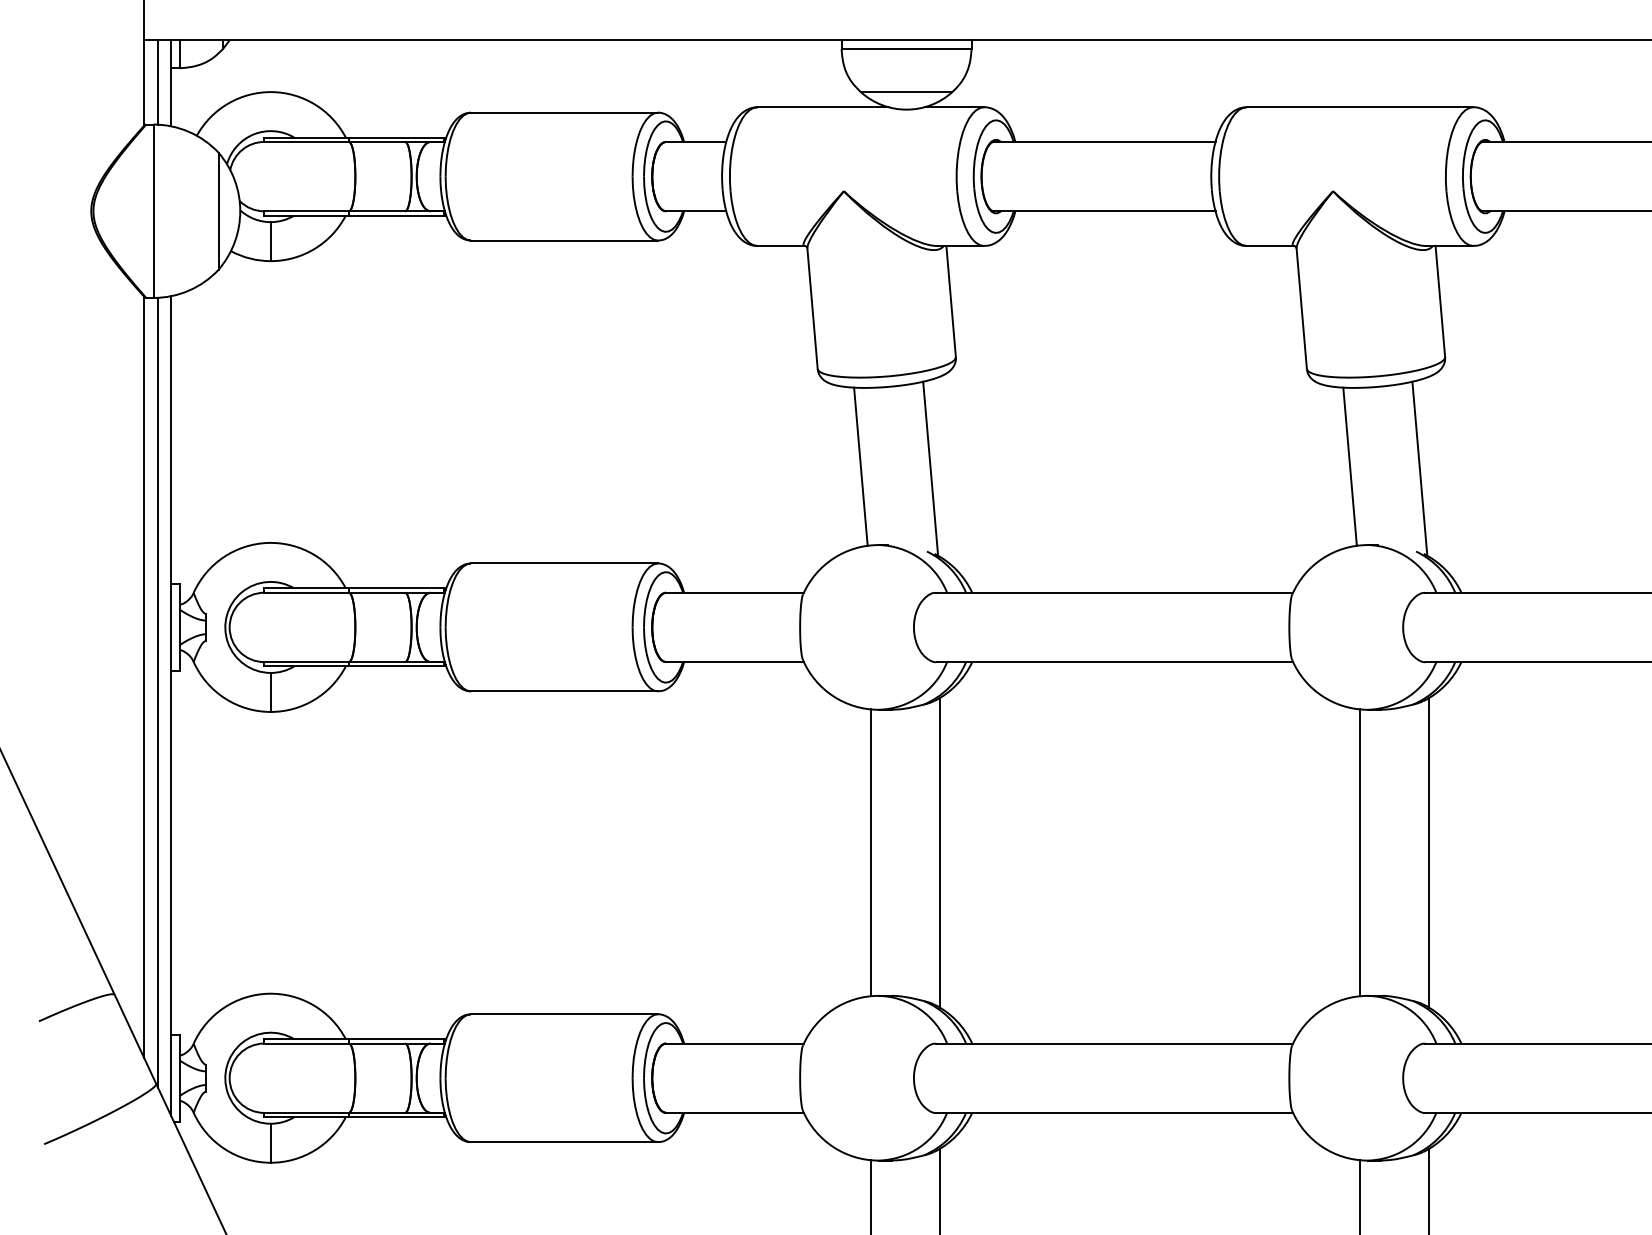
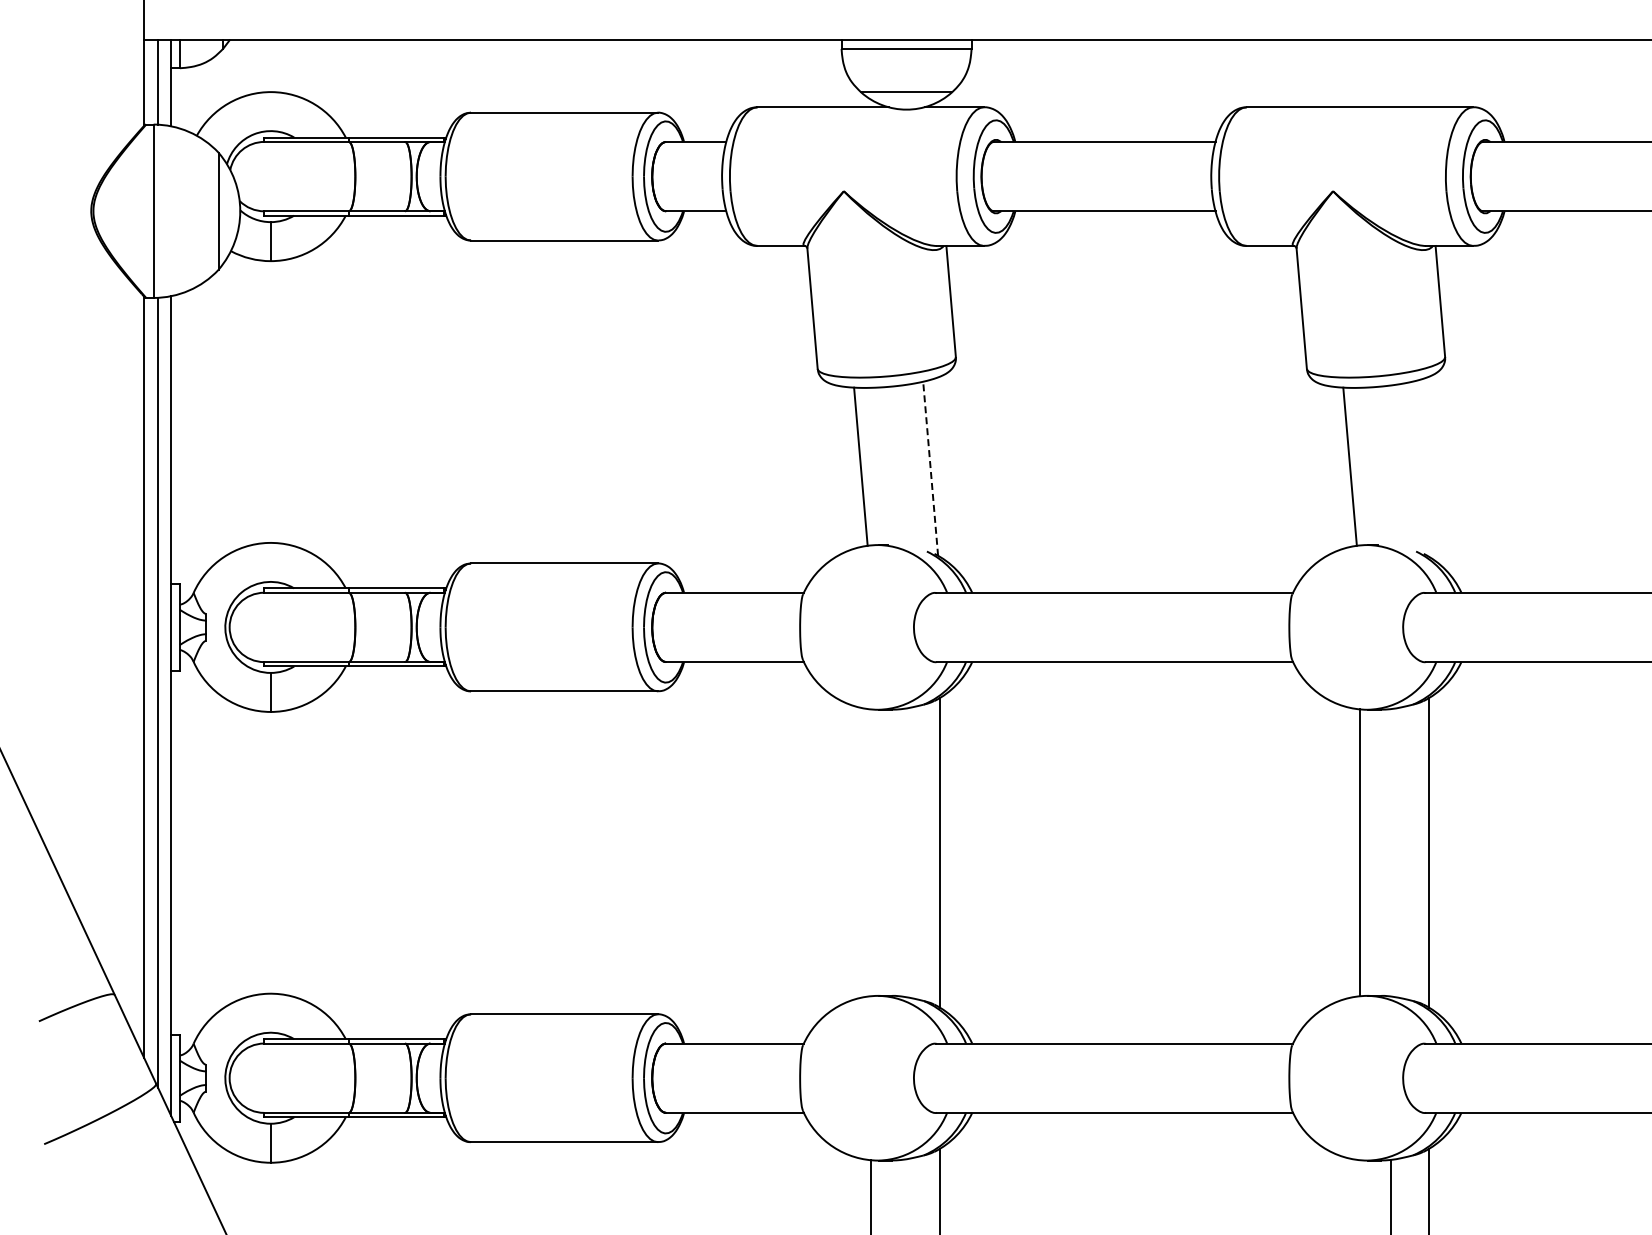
line at (930, 468): solid -> dashed
line at (1419, 468): present -> none
line at (870, 852): present -> none
line at (1359, 1195) position: (1359, 1195) -> (1390, 1195)
